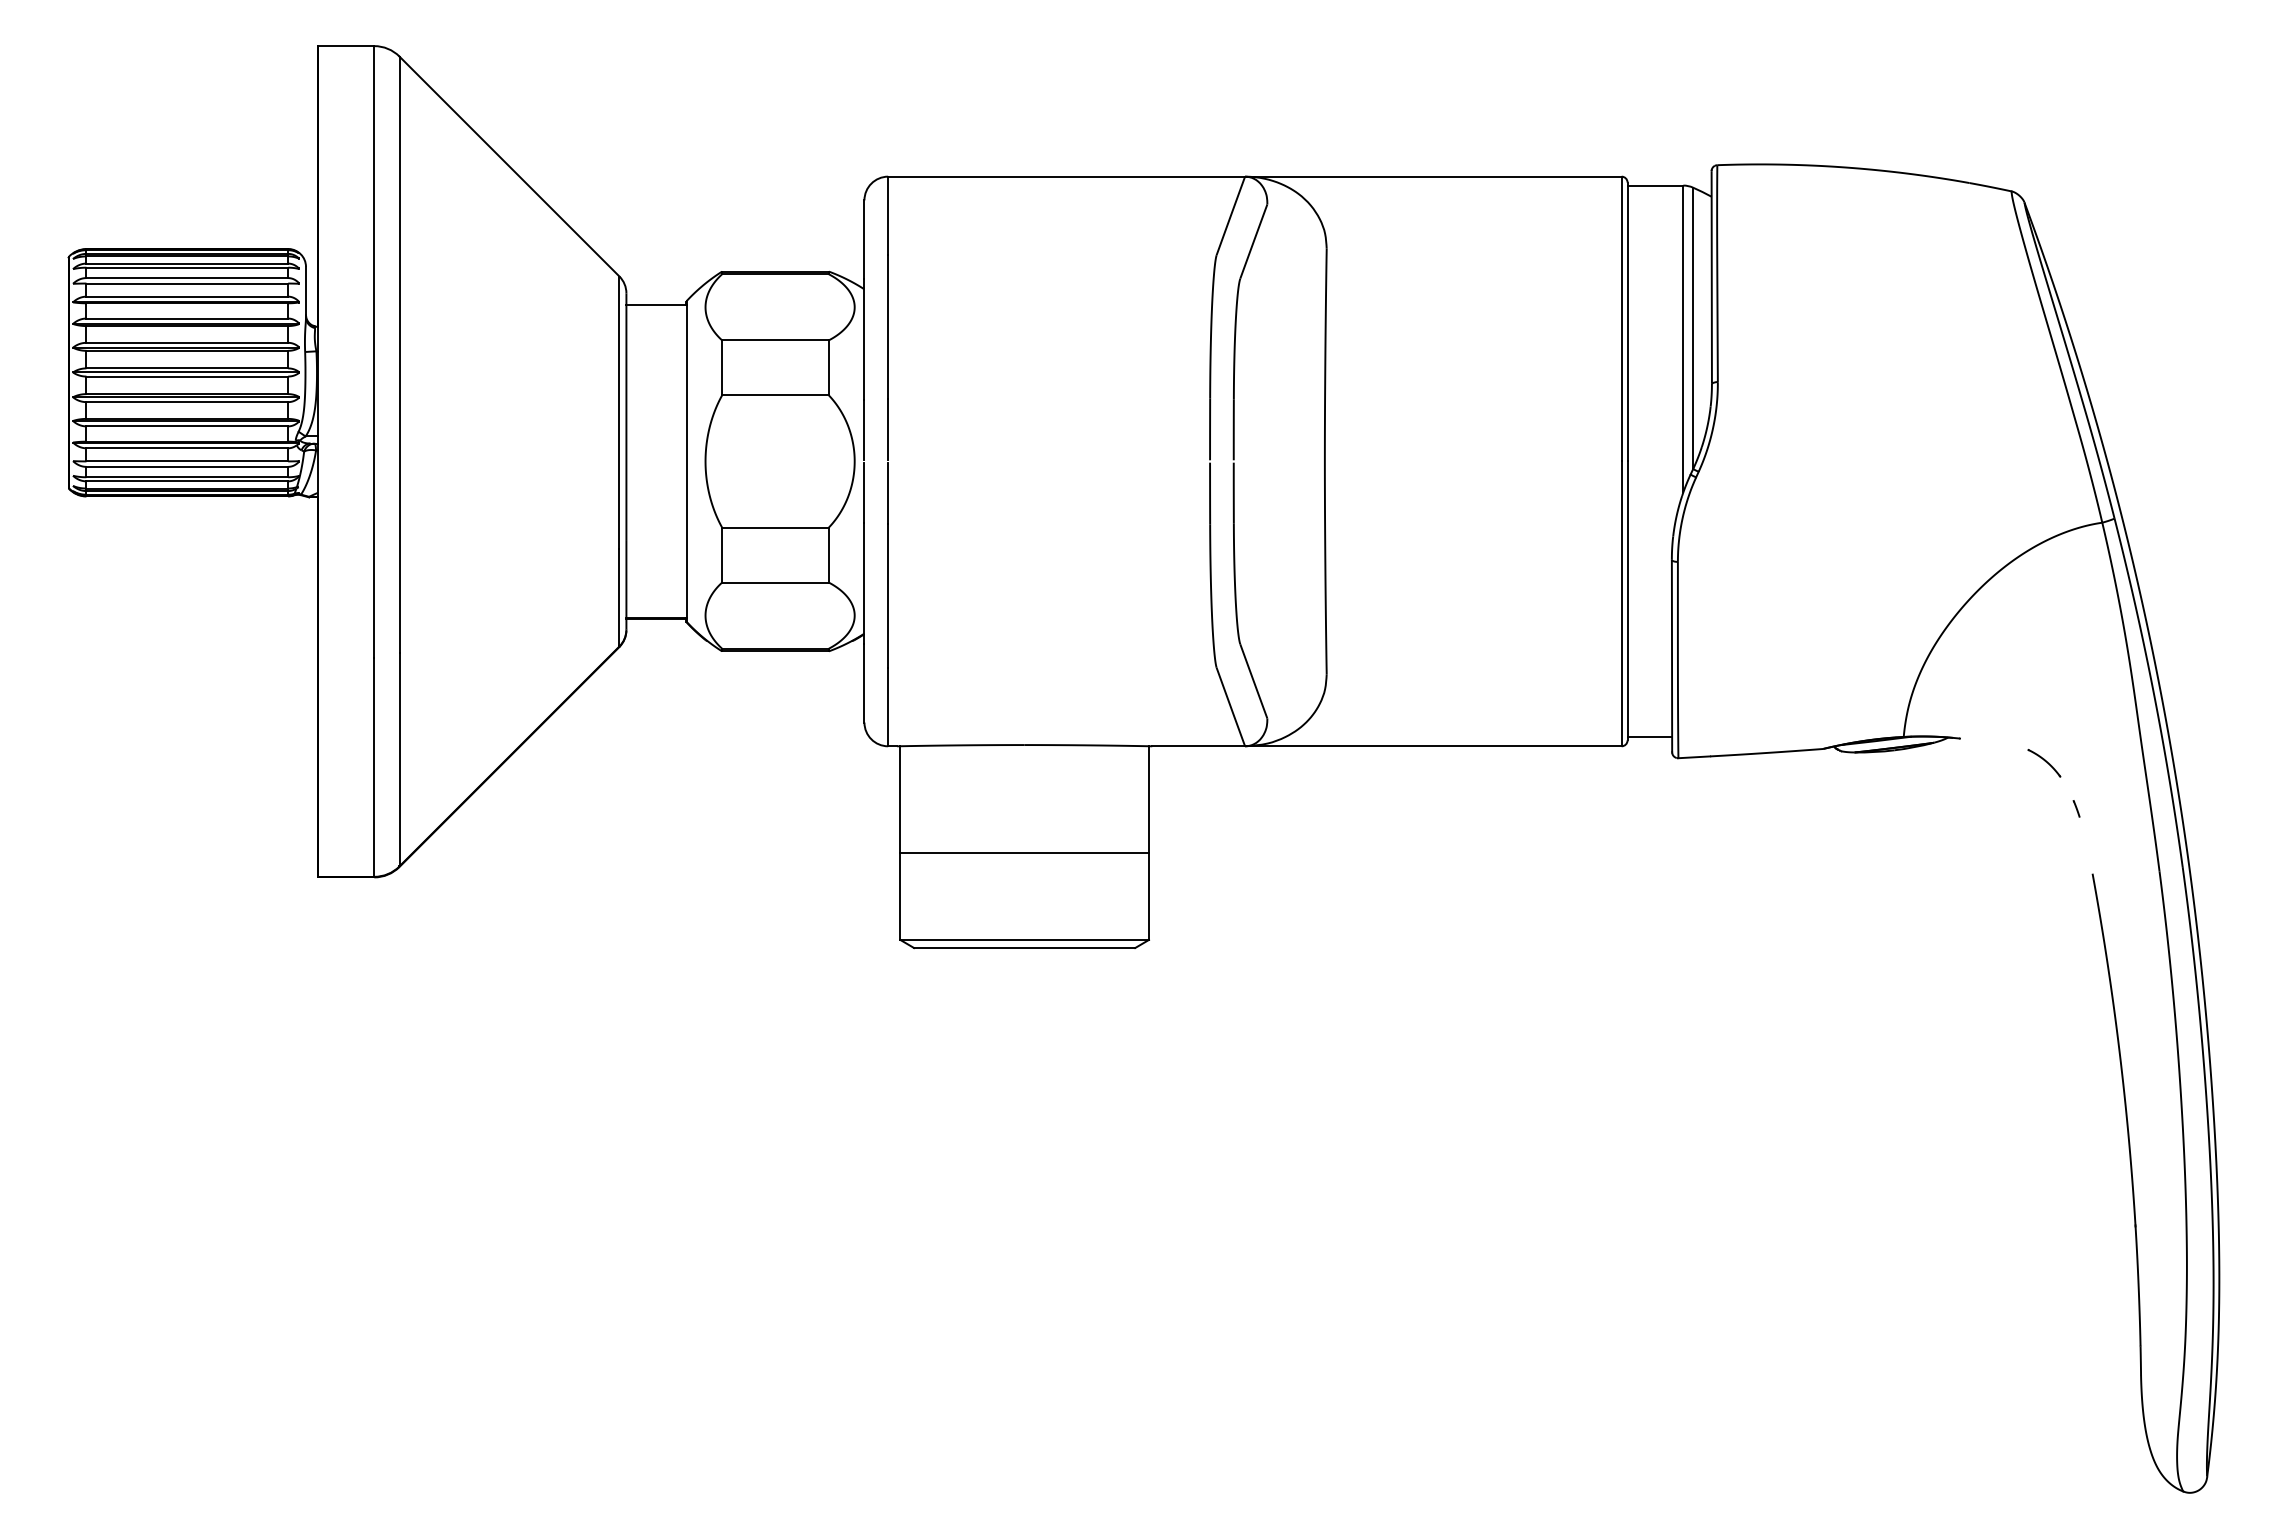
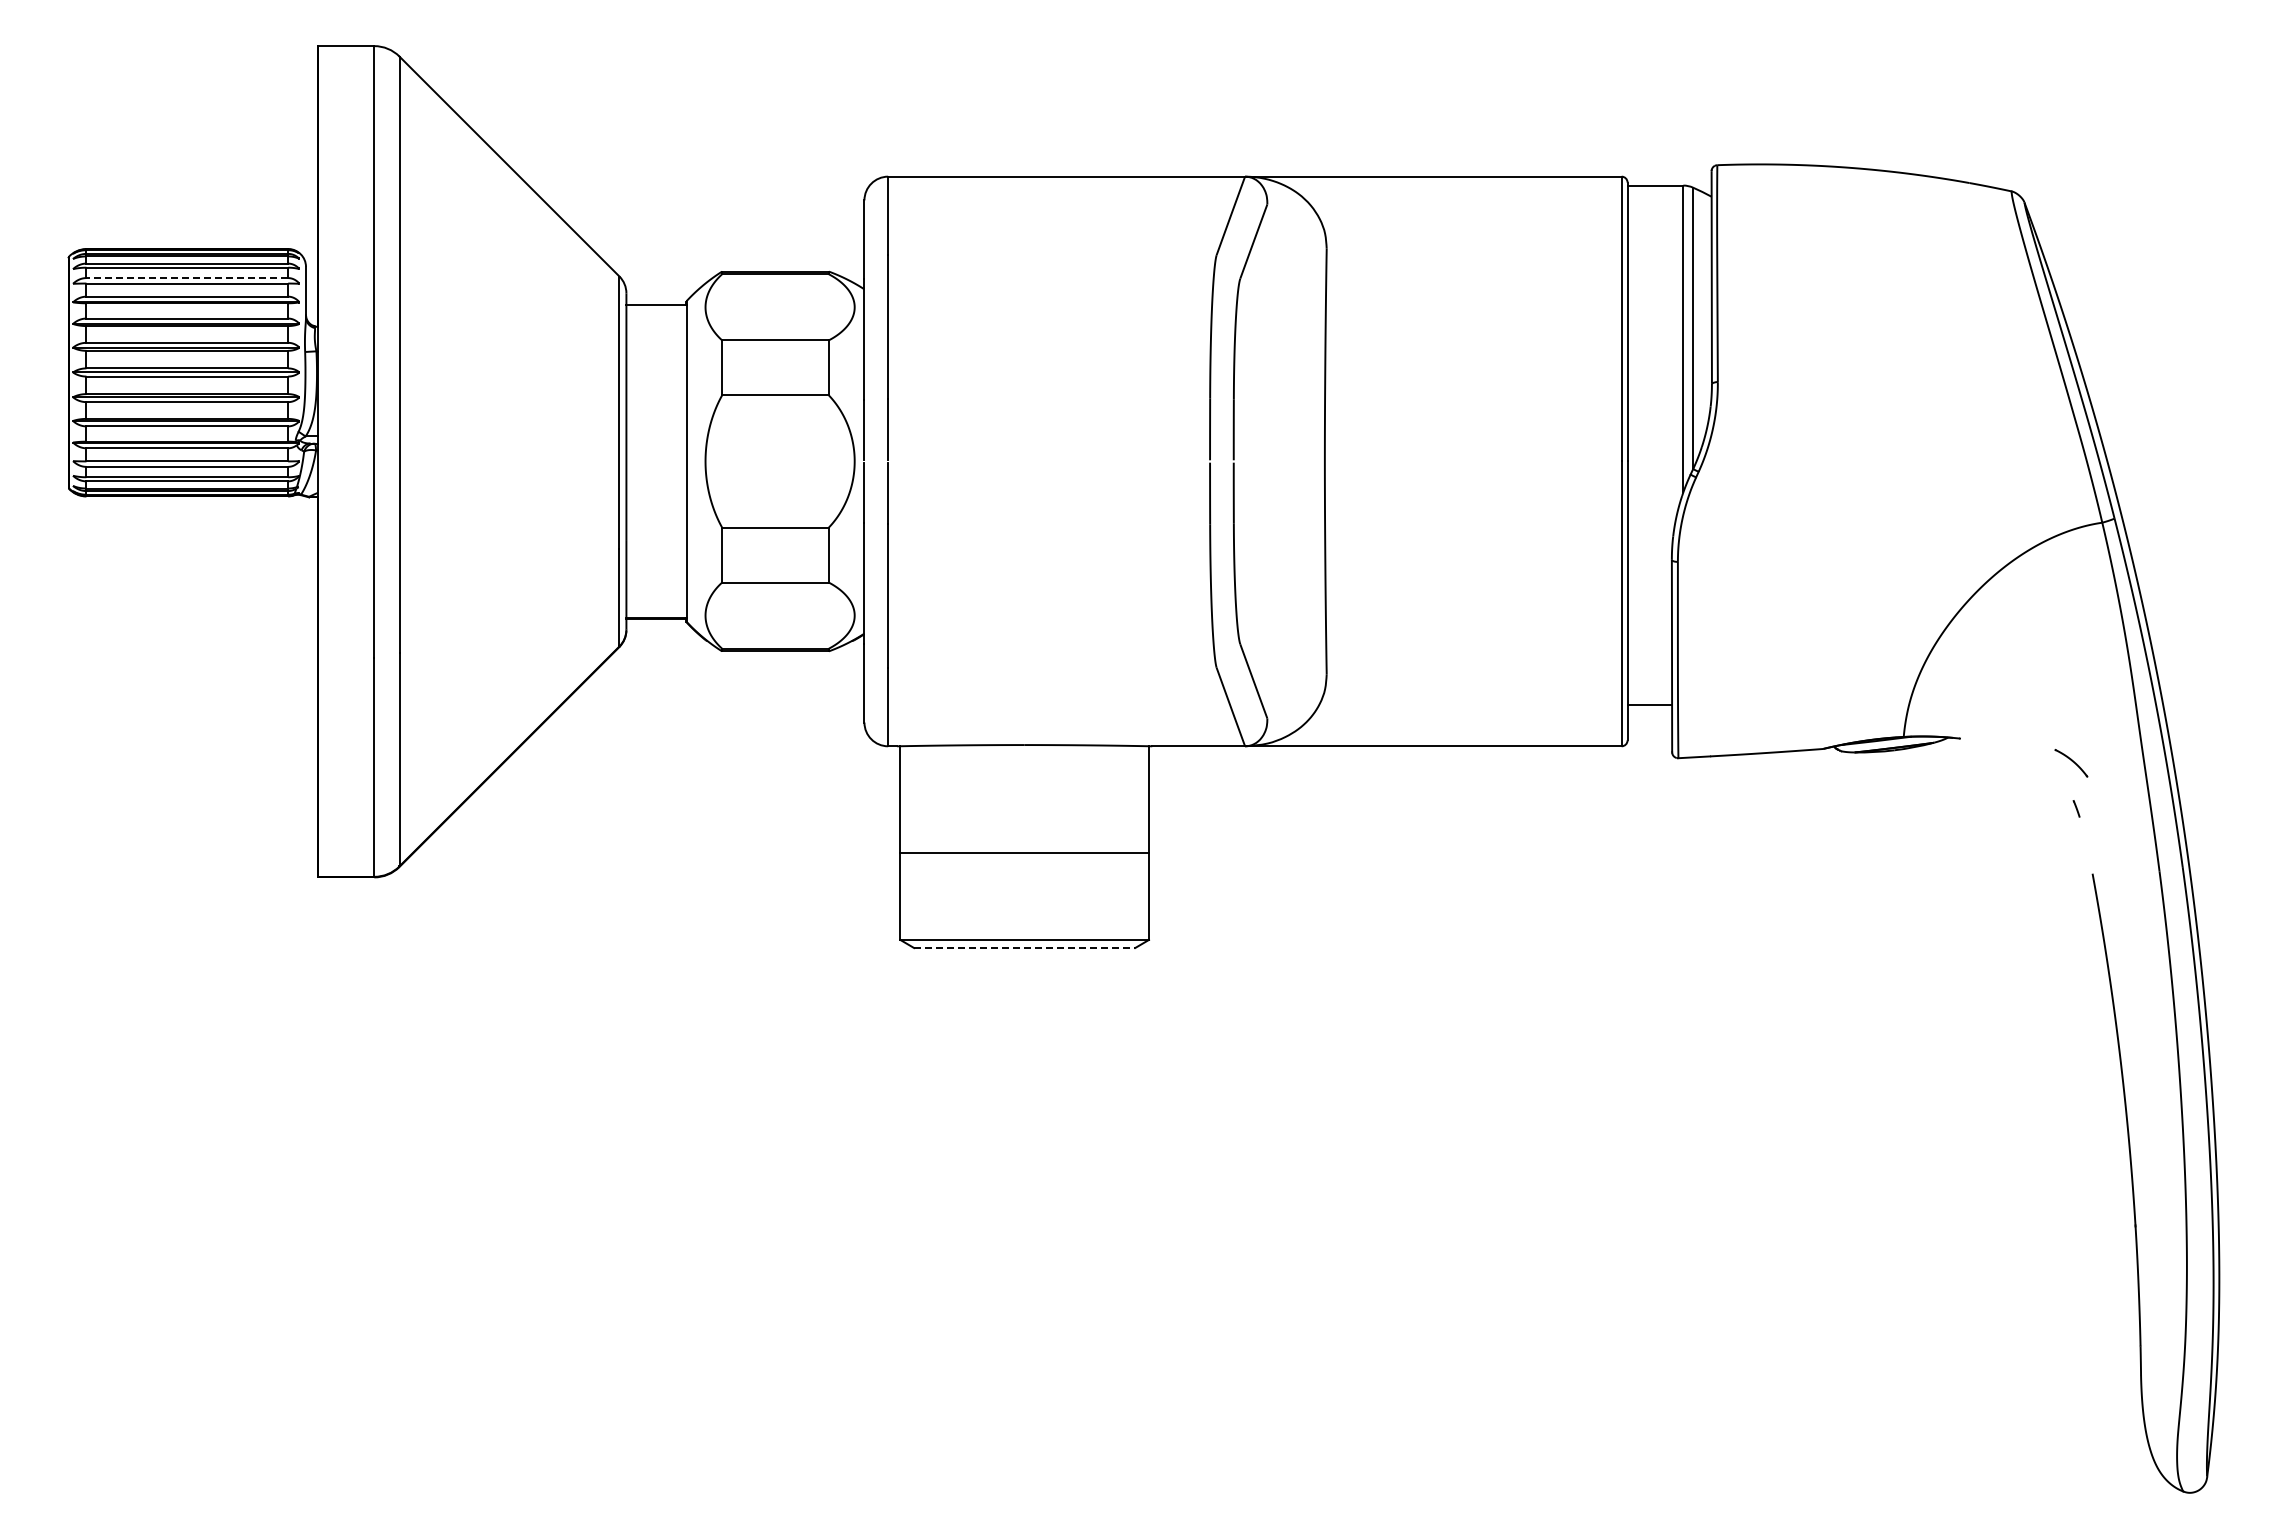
line at (187, 278): solid -> dashed
line at (1649, 737) position: (1649, 737) -> (1649, 705)
part at (2044, 763) position: (2044, 763) -> (2071, 763)
line at (1024, 948): solid -> dashed
